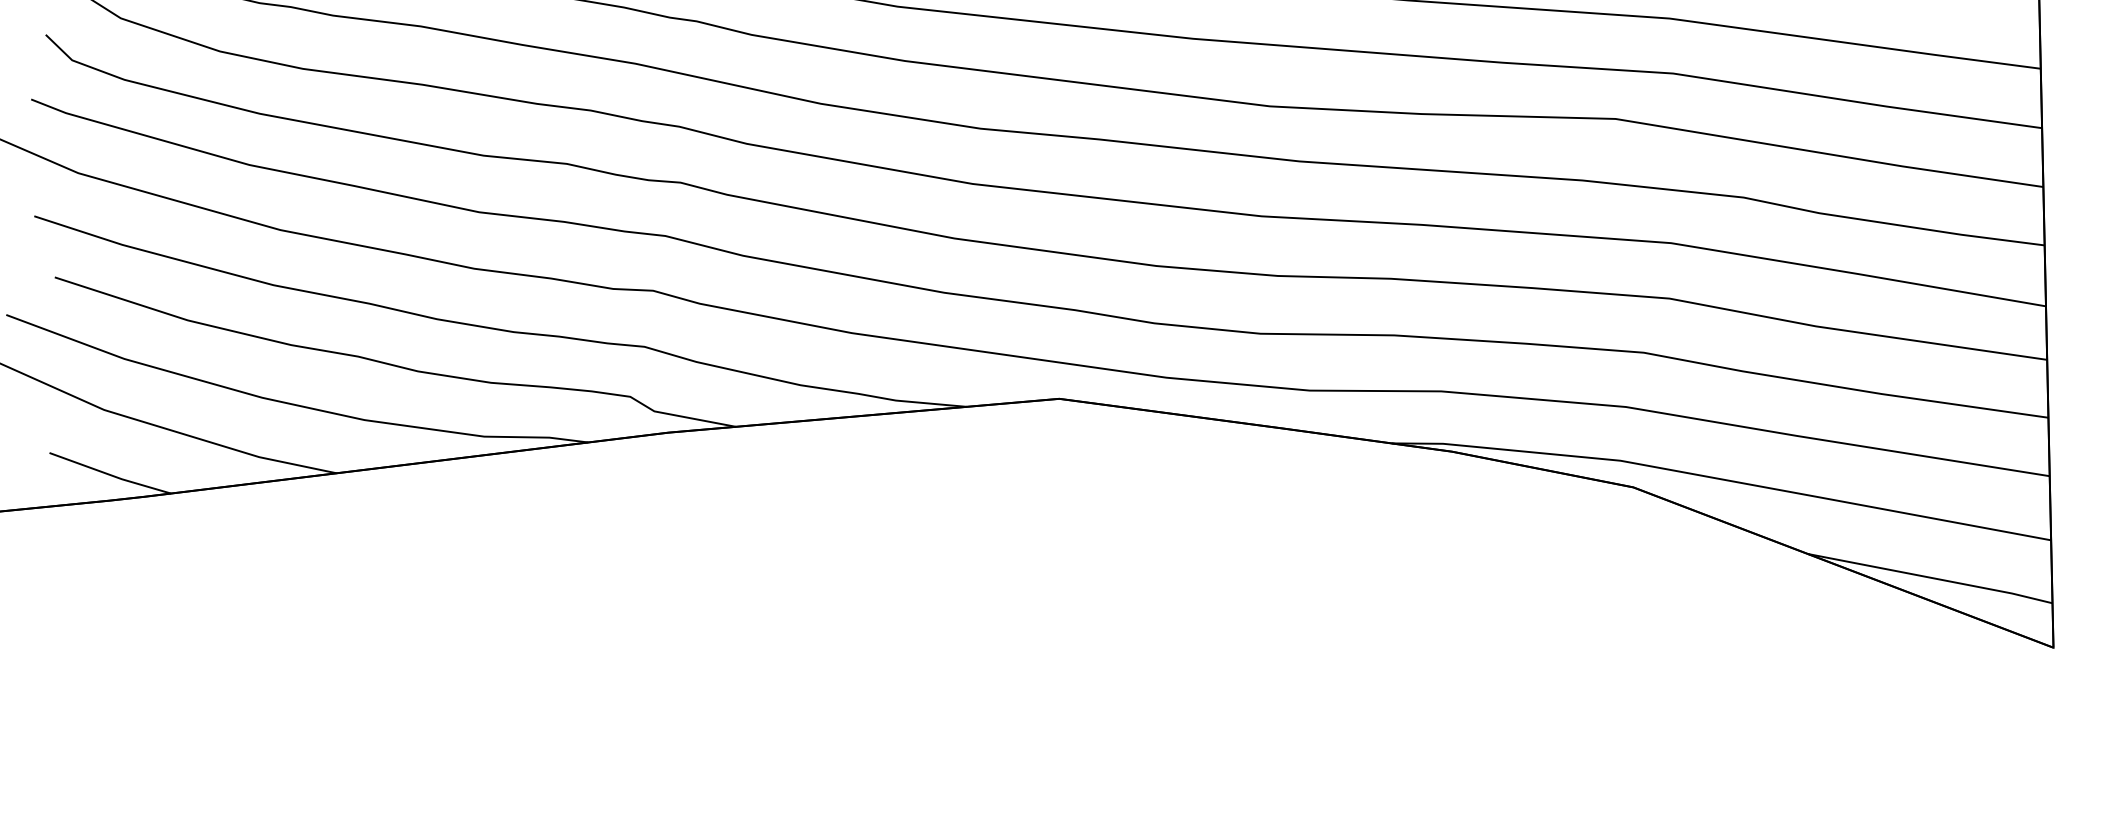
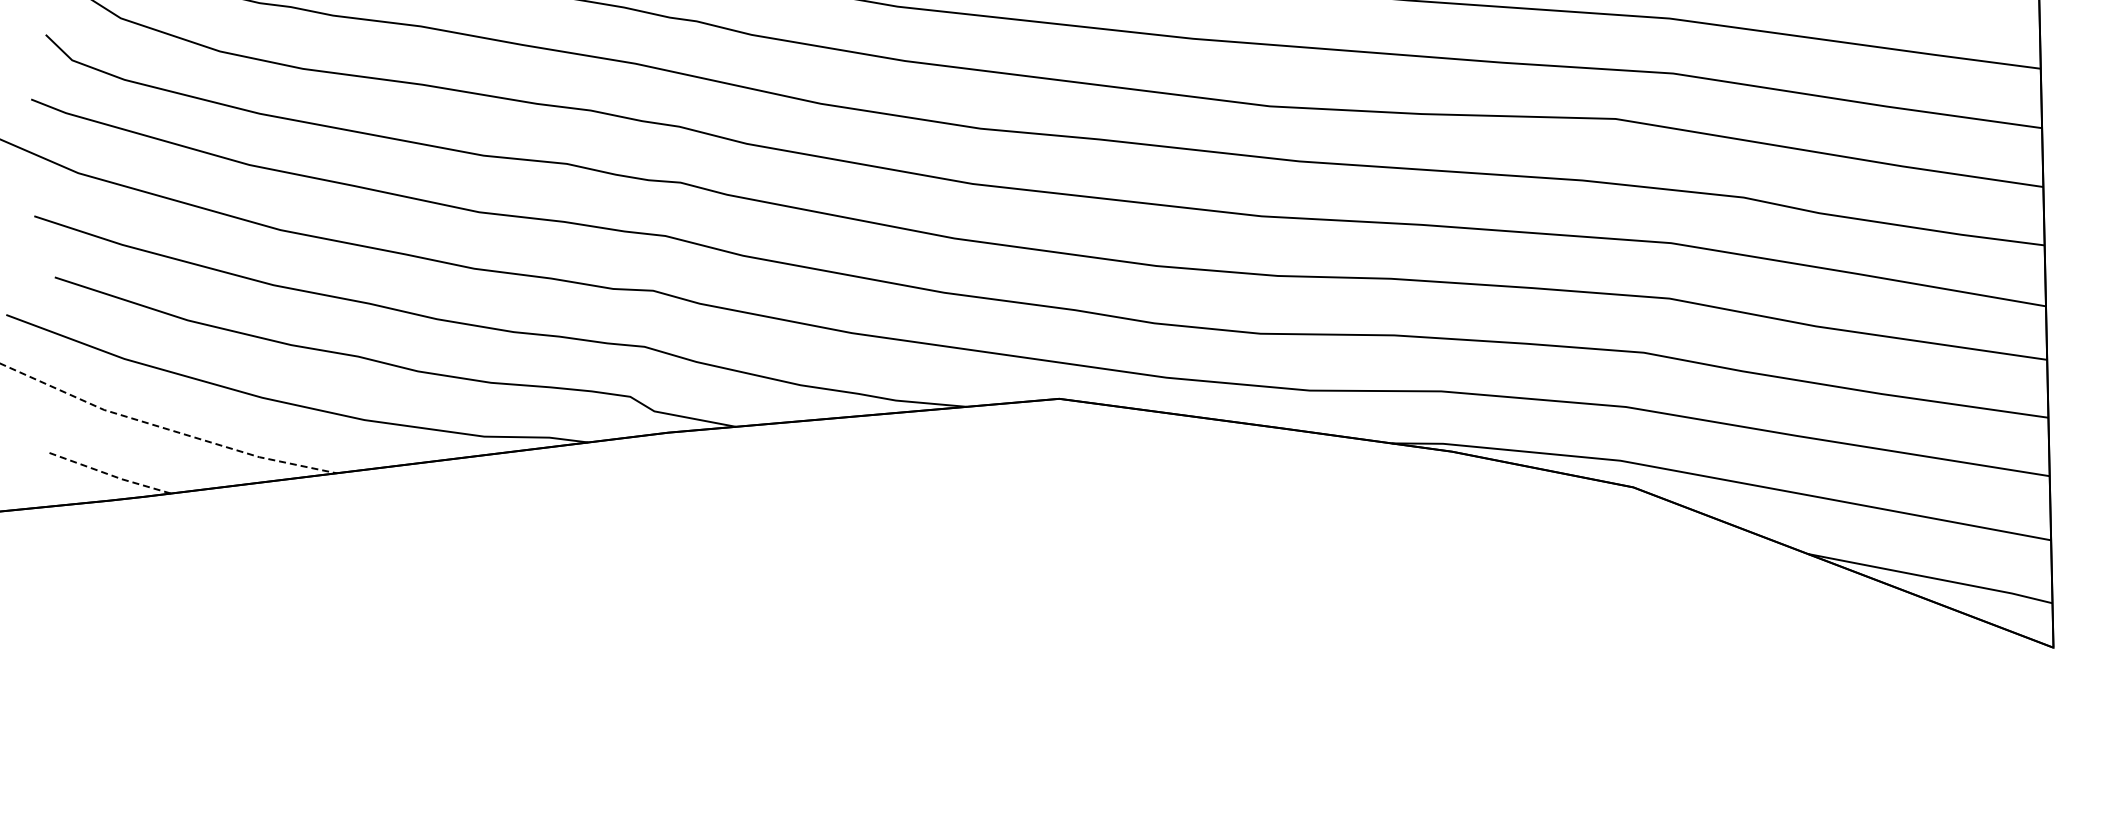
line at (165, 428): solid -> dashed
line at (110, 475): solid -> dashed
